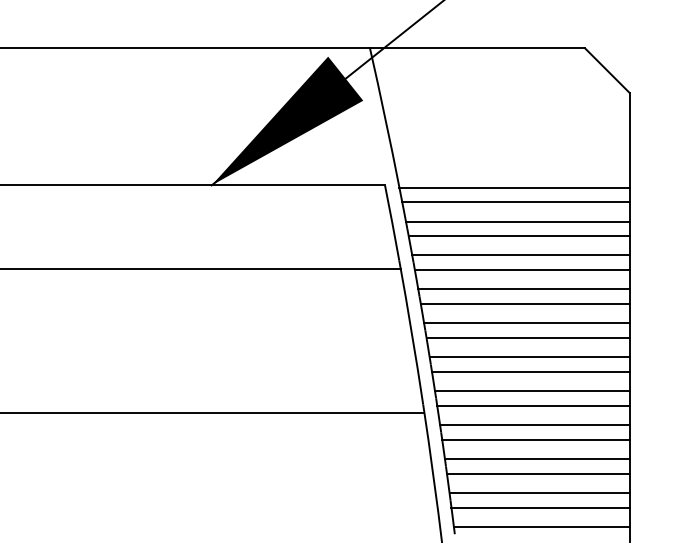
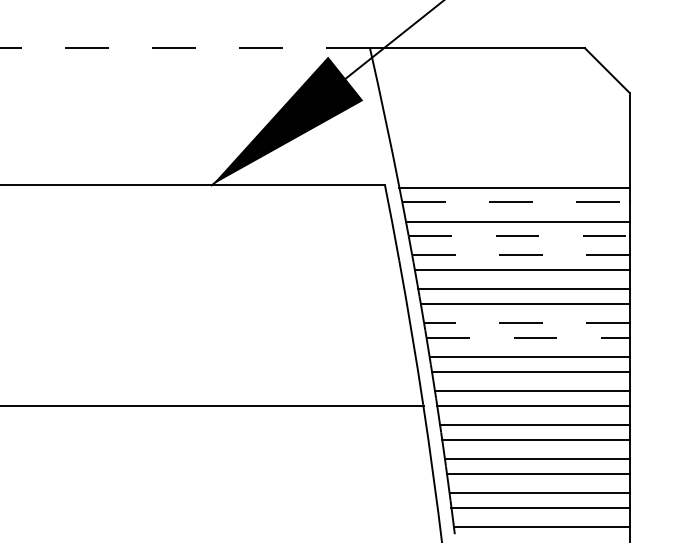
line at (185, 48): solid -> dashed
line at (515, 202): solid -> dashed
line at (519, 236): solid -> dashed
line at (520, 255): solid -> dashed
line at (201, 269): present -> none
line at (526, 323): solid -> dashed
line at (528, 338): solid -> dashed
line at (213, 413) position: (213, 413) -> (213, 406)
